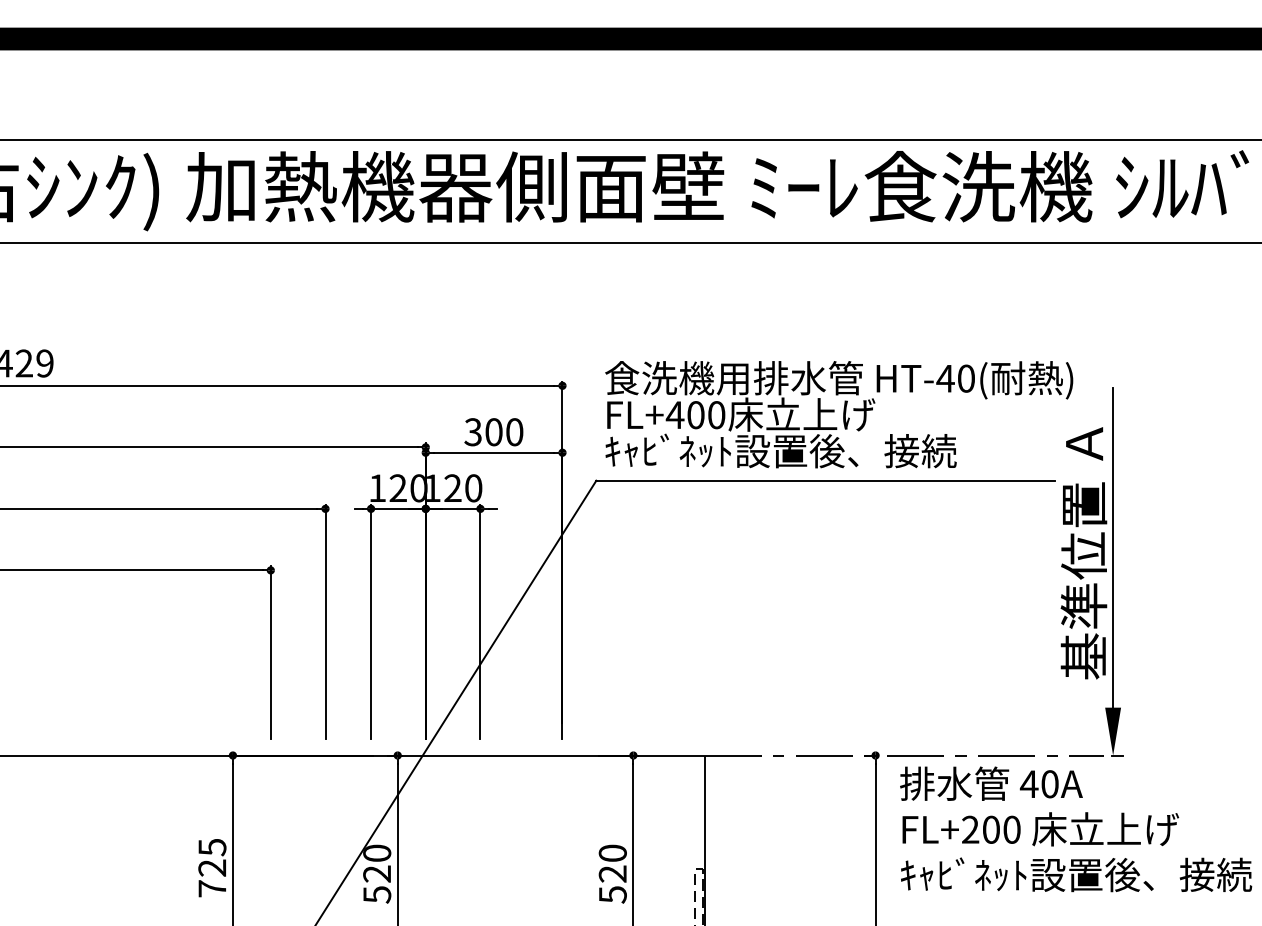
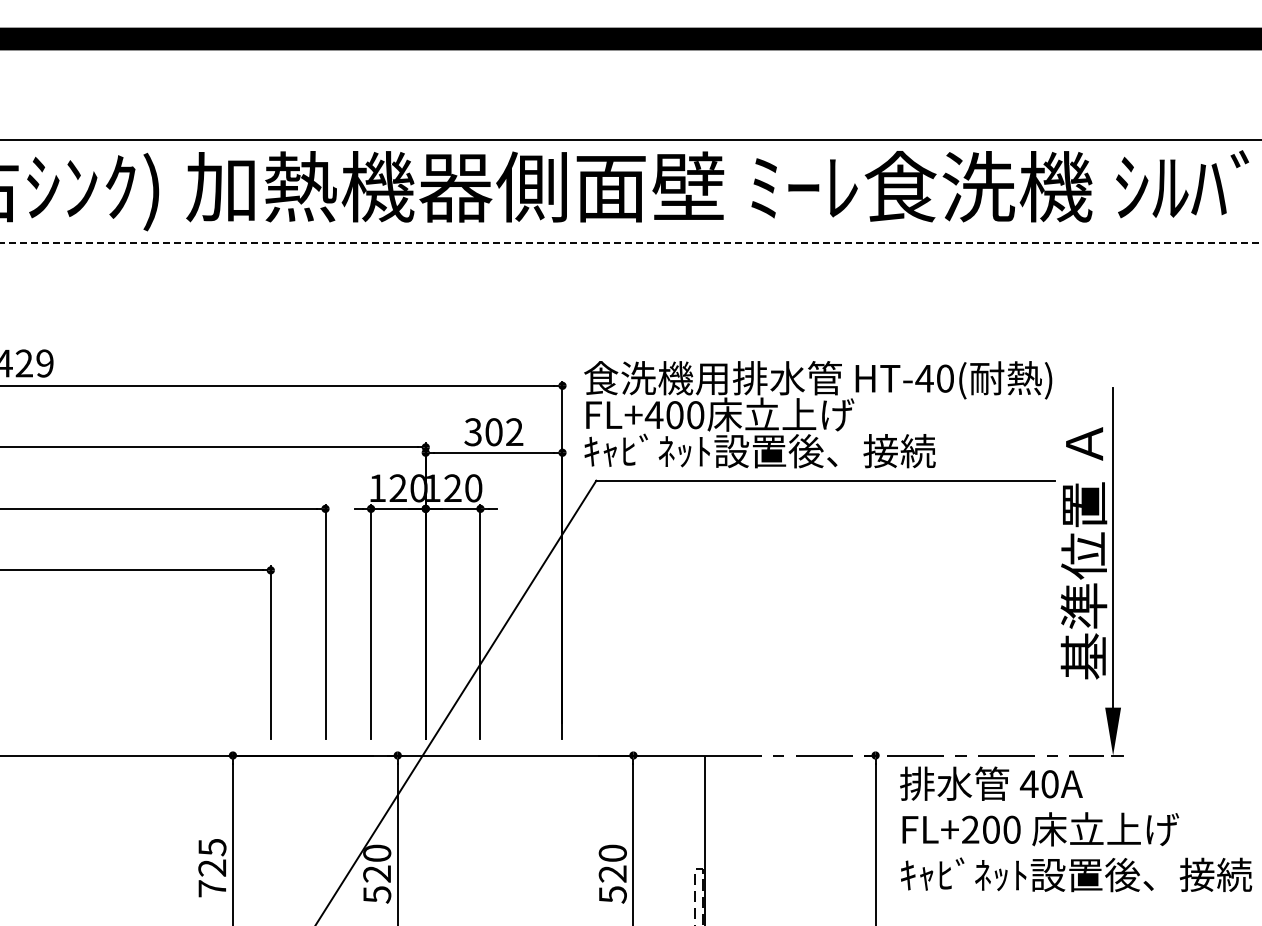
line at (631, 243): solid -> dashed
text at (839, 414) position: (839, 414) -> (818, 414)
text at (514, 432): 300 -> 302
